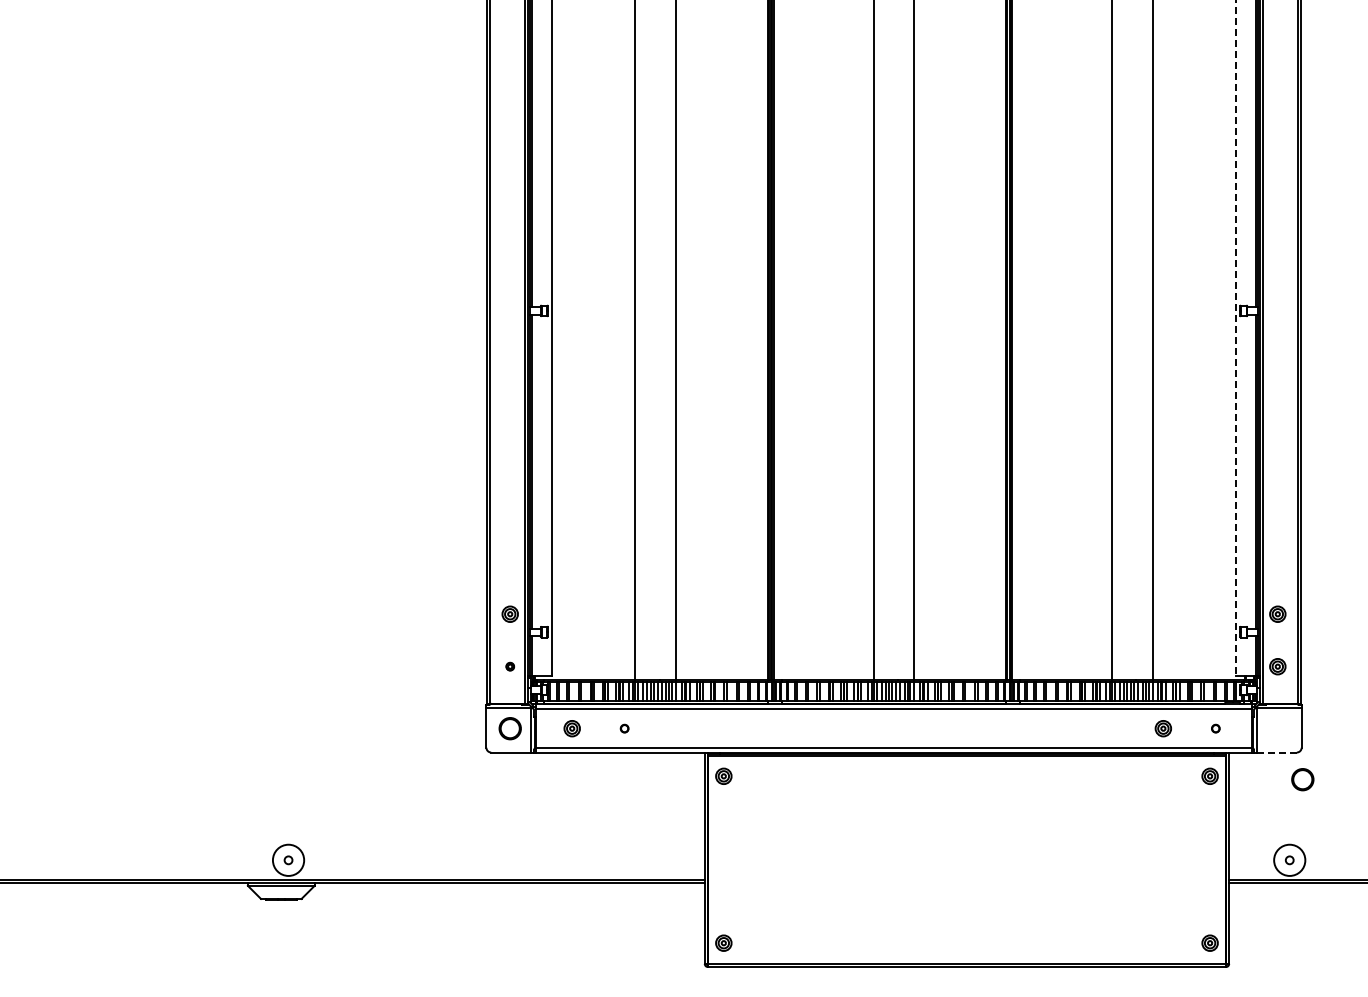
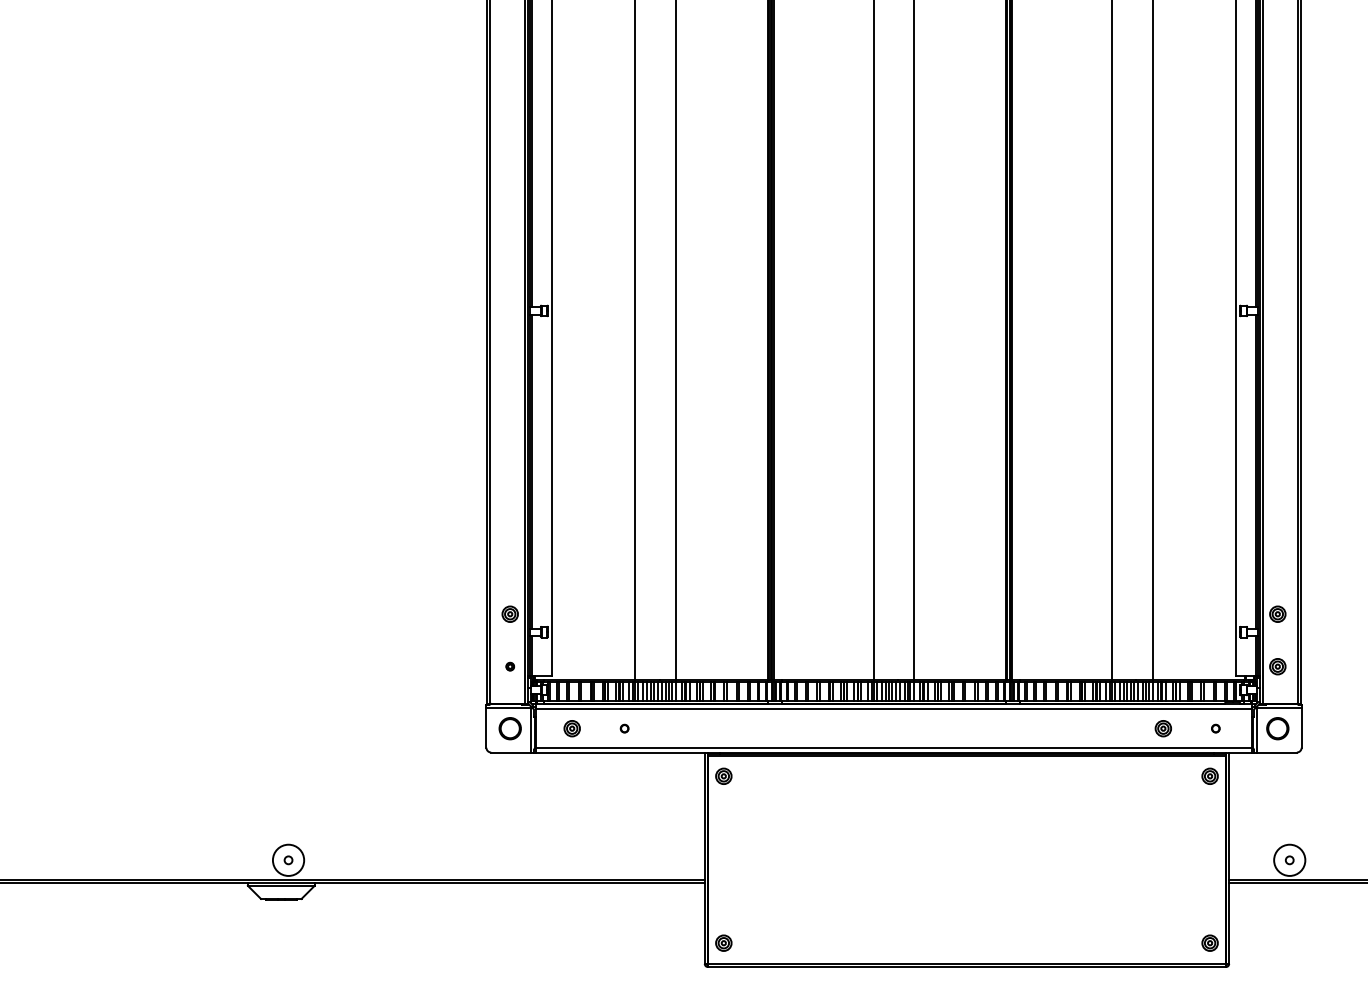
line at (1235, 338): dashed -> solid
line at (1276, 752): dashed -> solid
part at (1302, 779) position: (1302, 779) -> (1277, 728)
